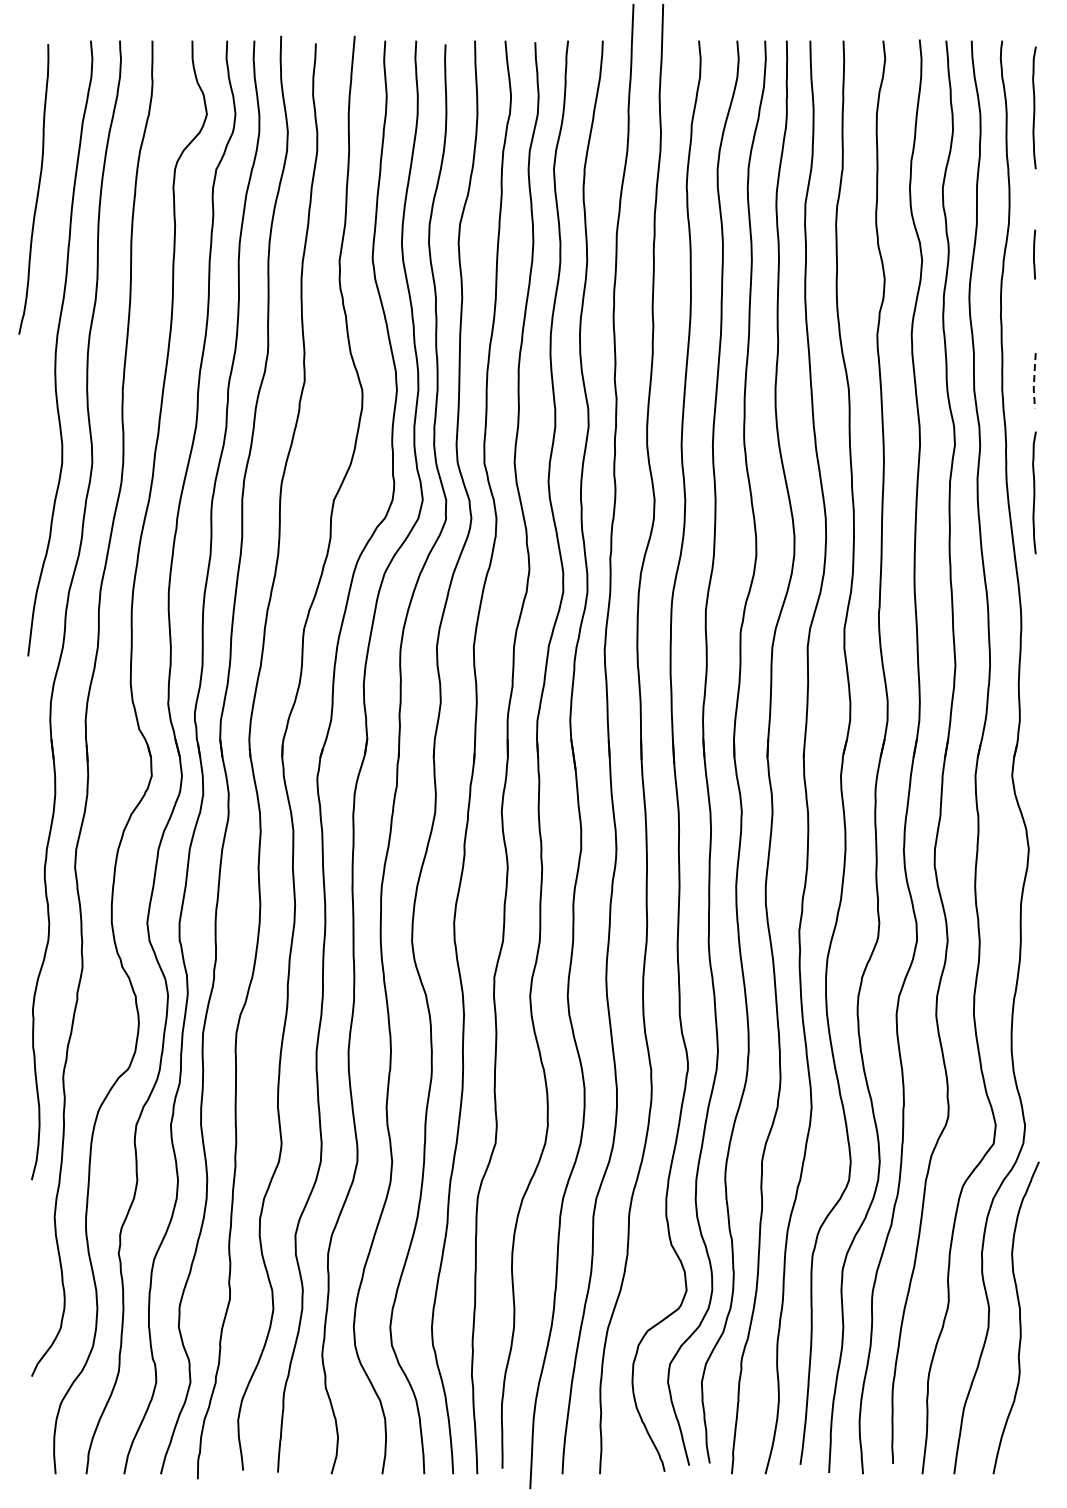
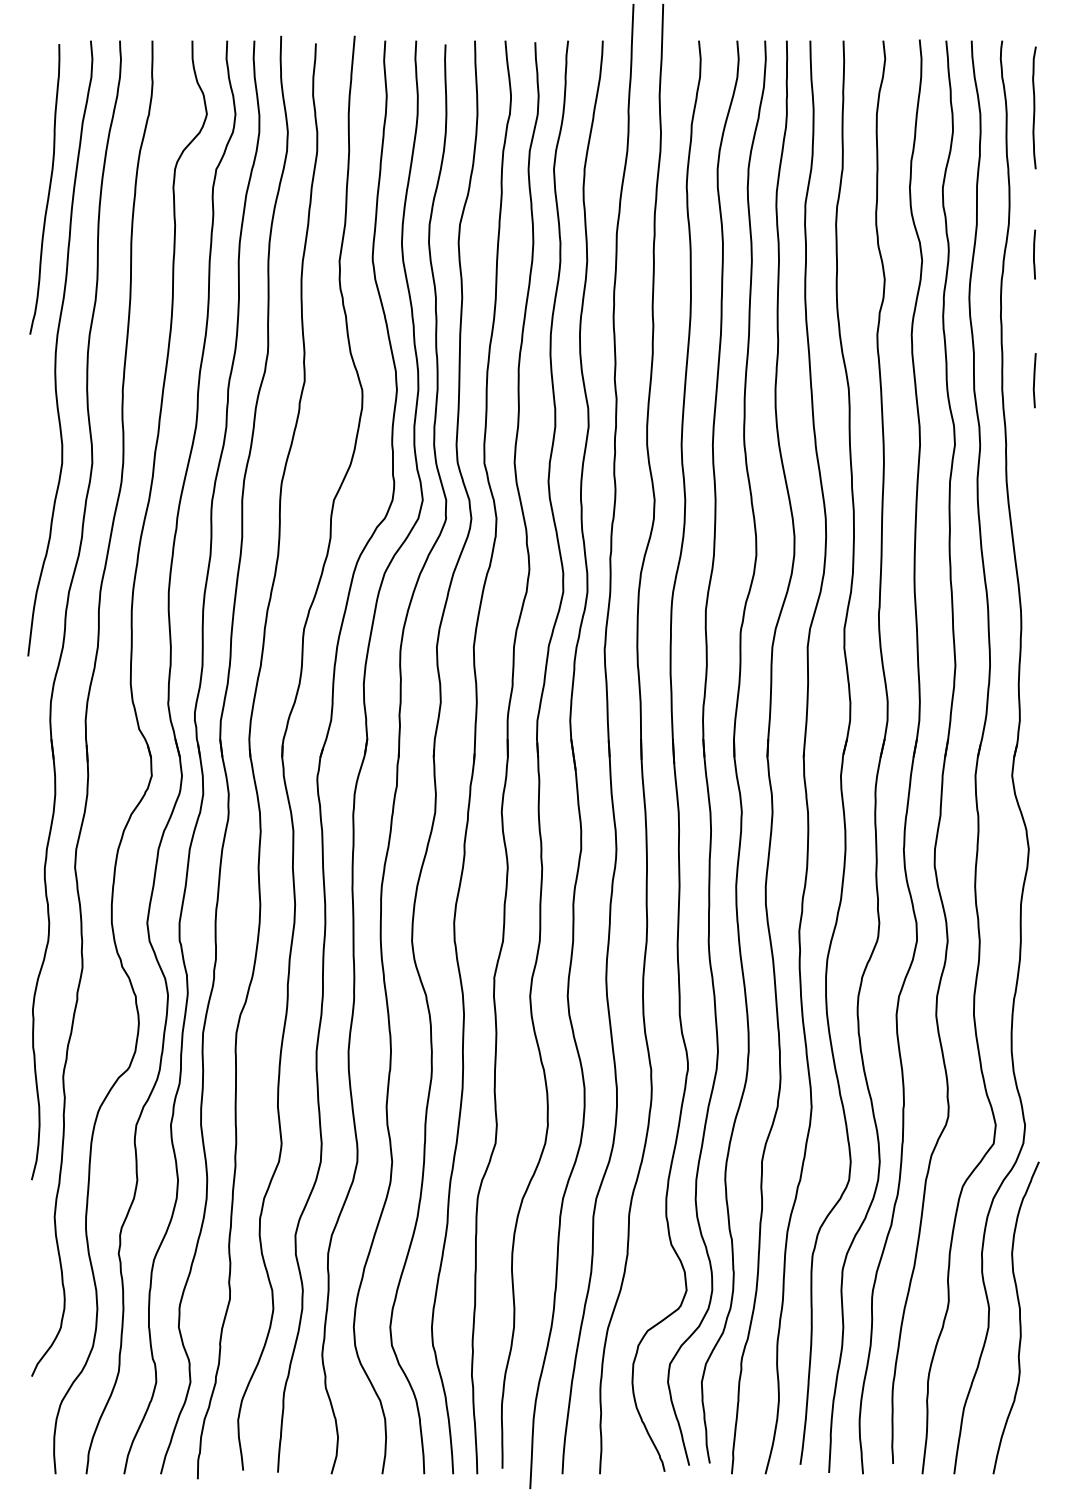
curve at (37, 189) position: (37, 189) -> (48, 189)
line at (1034, 381): dashed -> solid
curve at (1034, 492): present -> none
